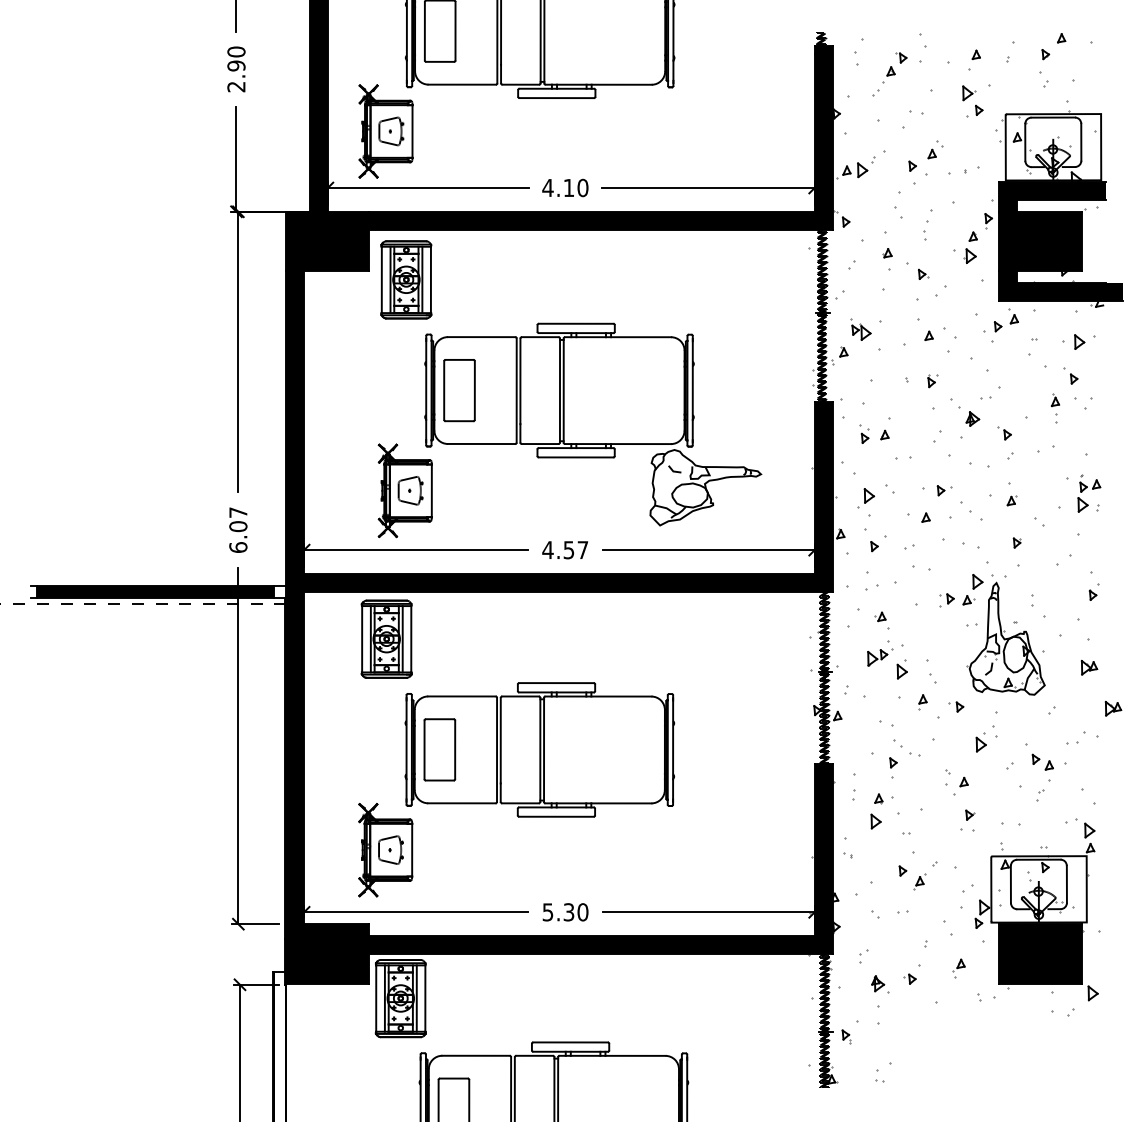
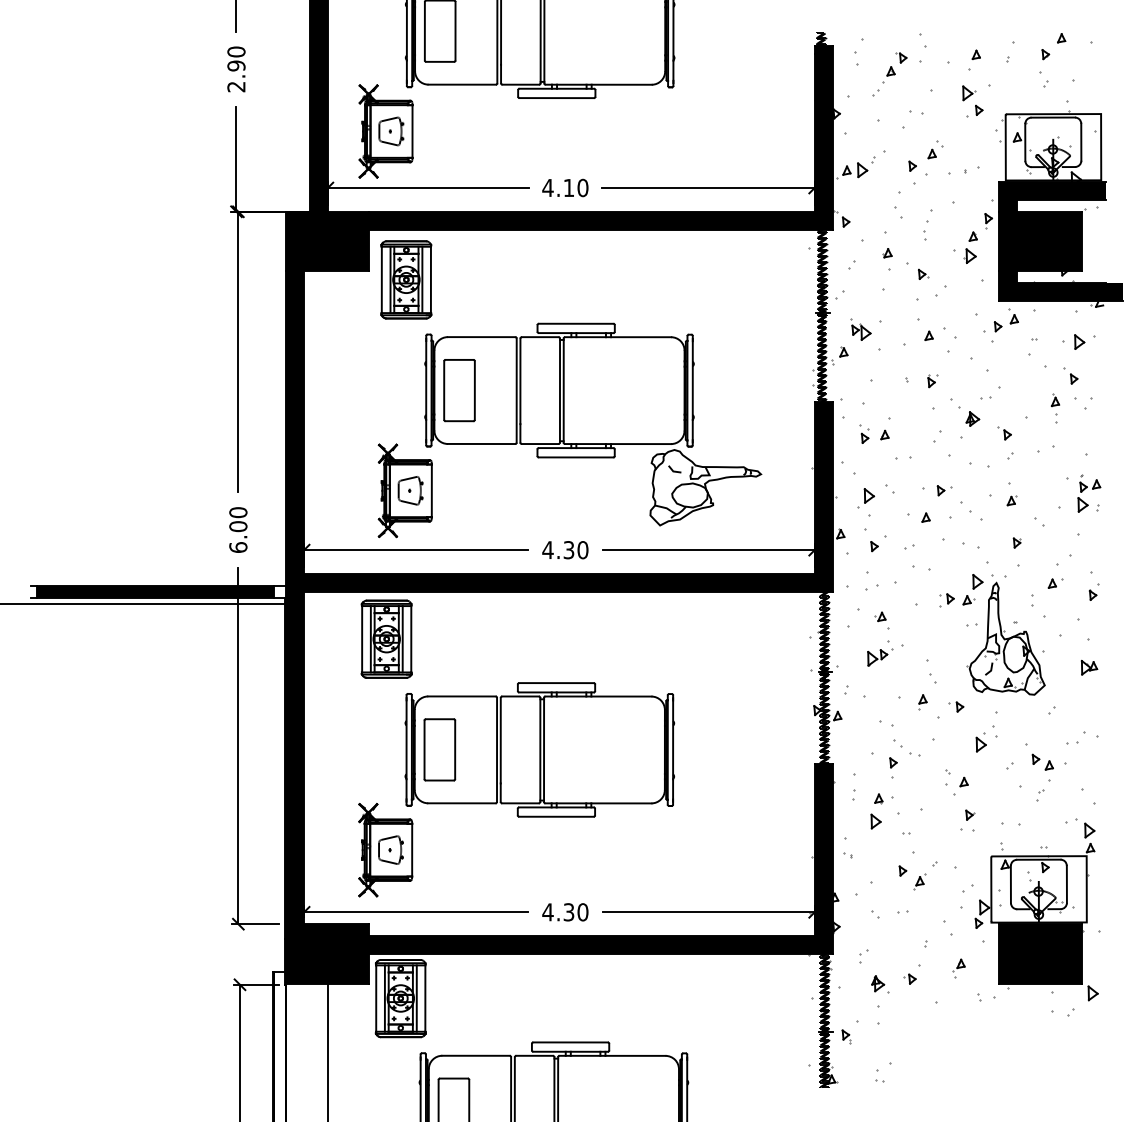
text at (238, 512): 6.07 -> 6.00
text at (576, 550): 4.57 -> 4.30
part at (1055, 583): none -> present
line at (143, 603): dashed -> solid
part at (901, 669): present -> none
part at (1113, 708): present -> none
text at (547, 912): 5.30 -> 4.30
line at (327, 1050): none -> present
